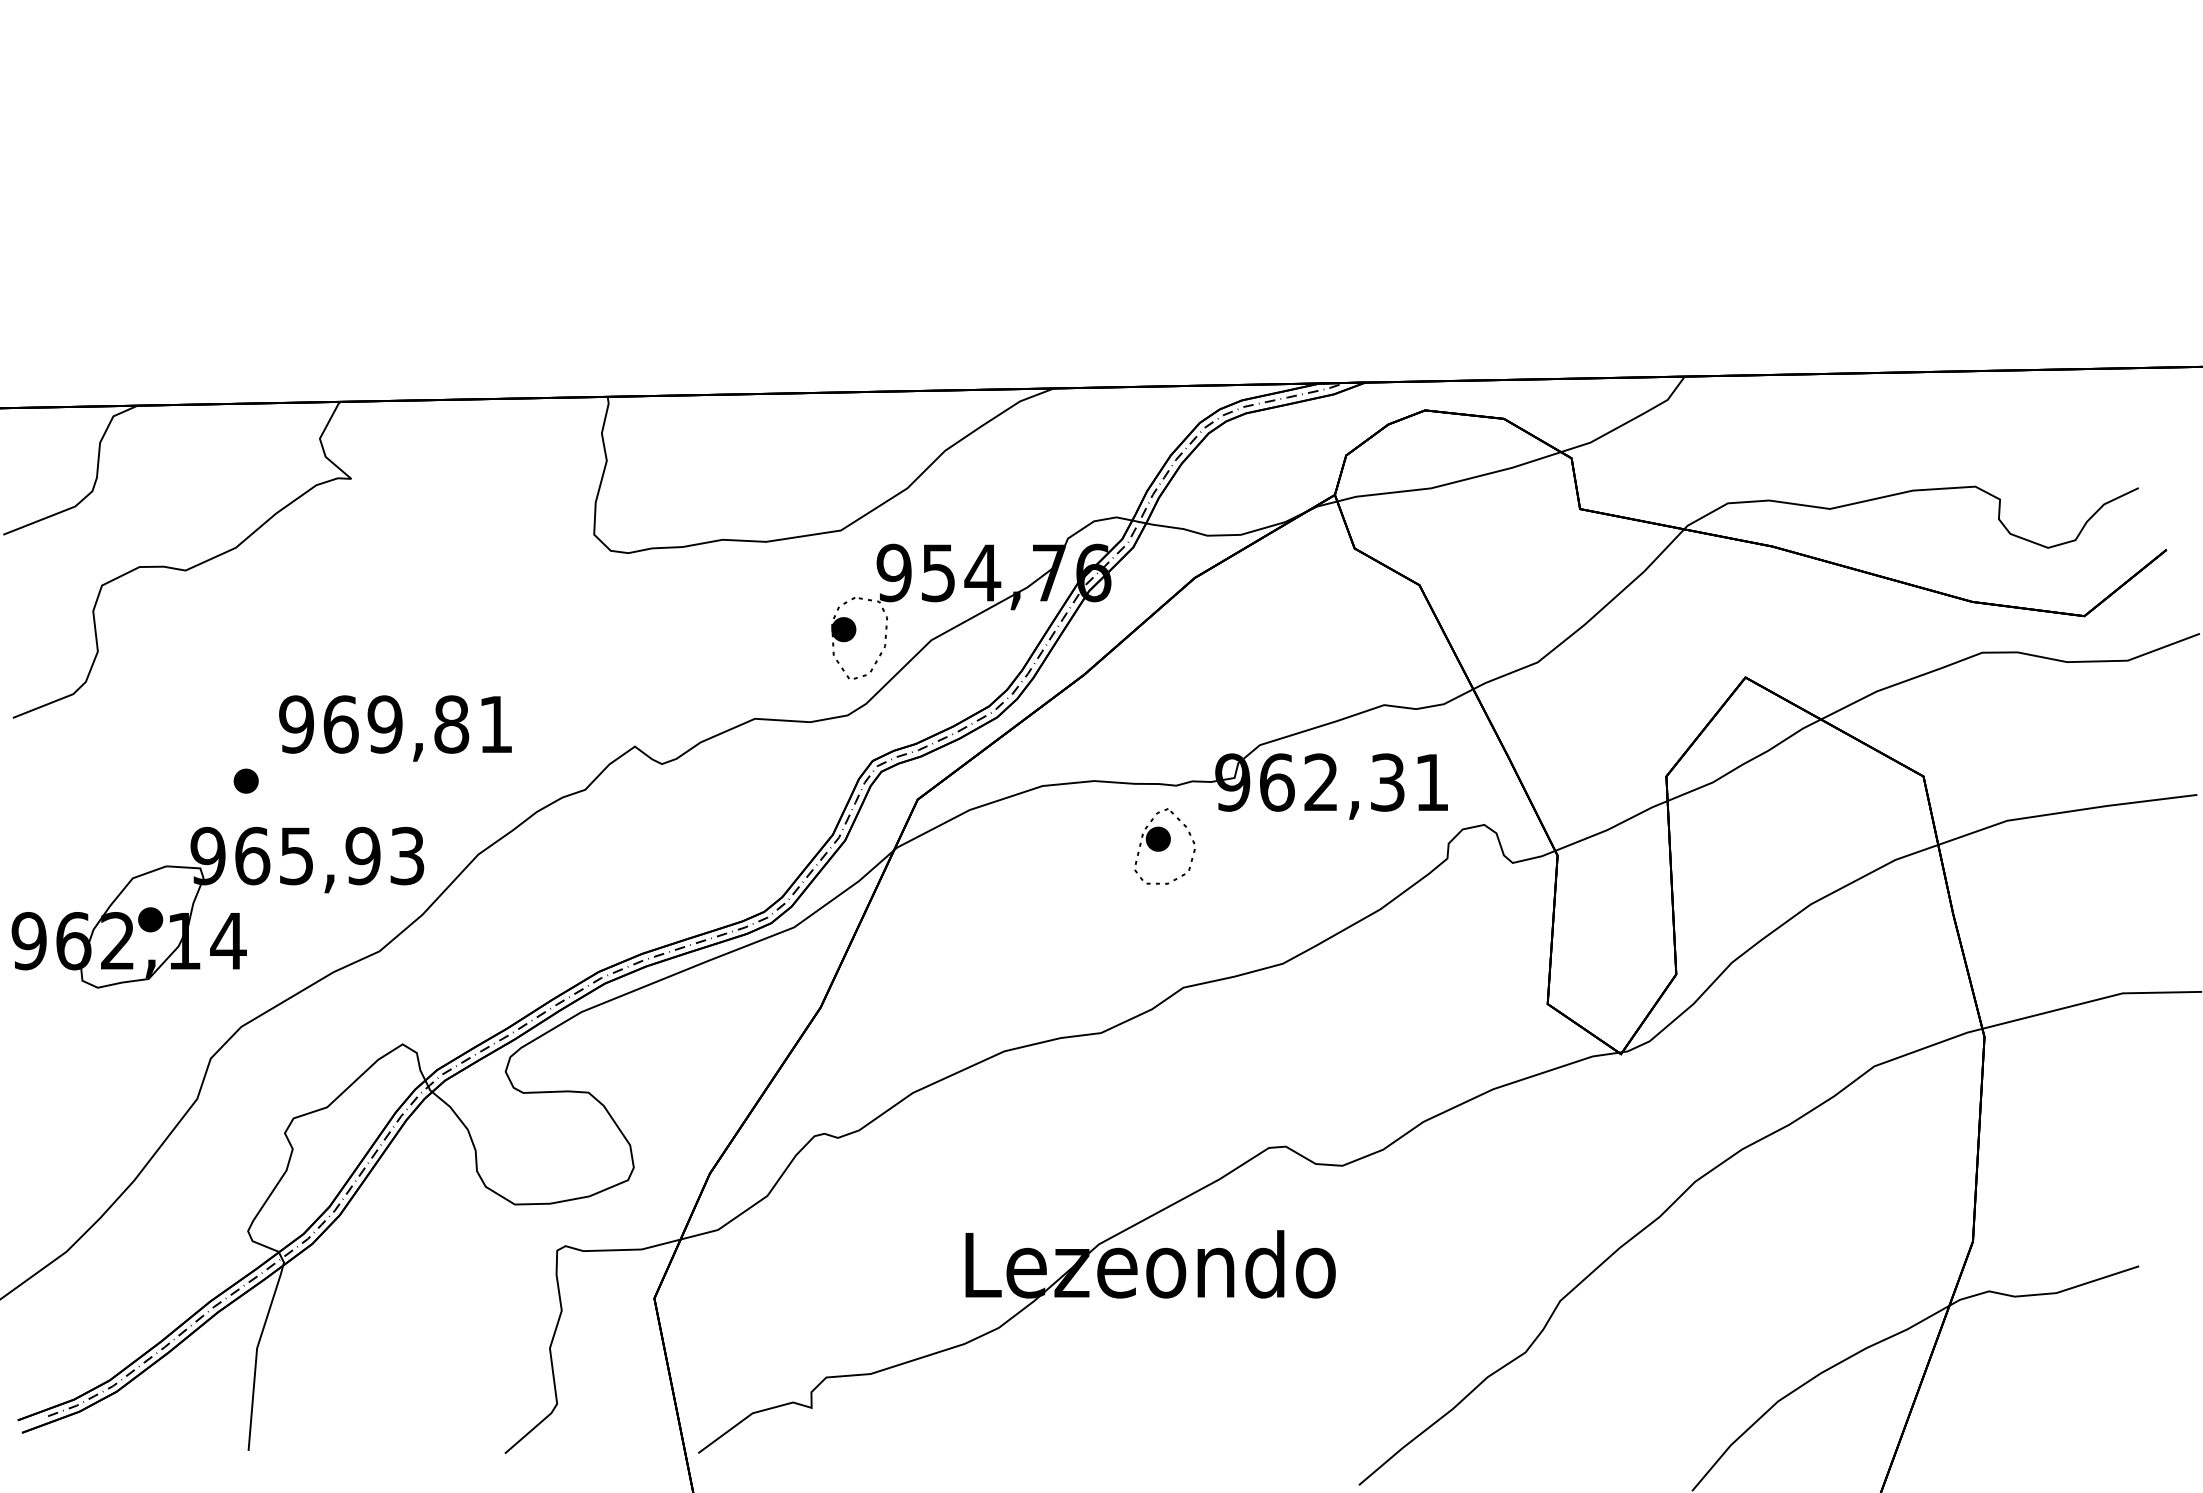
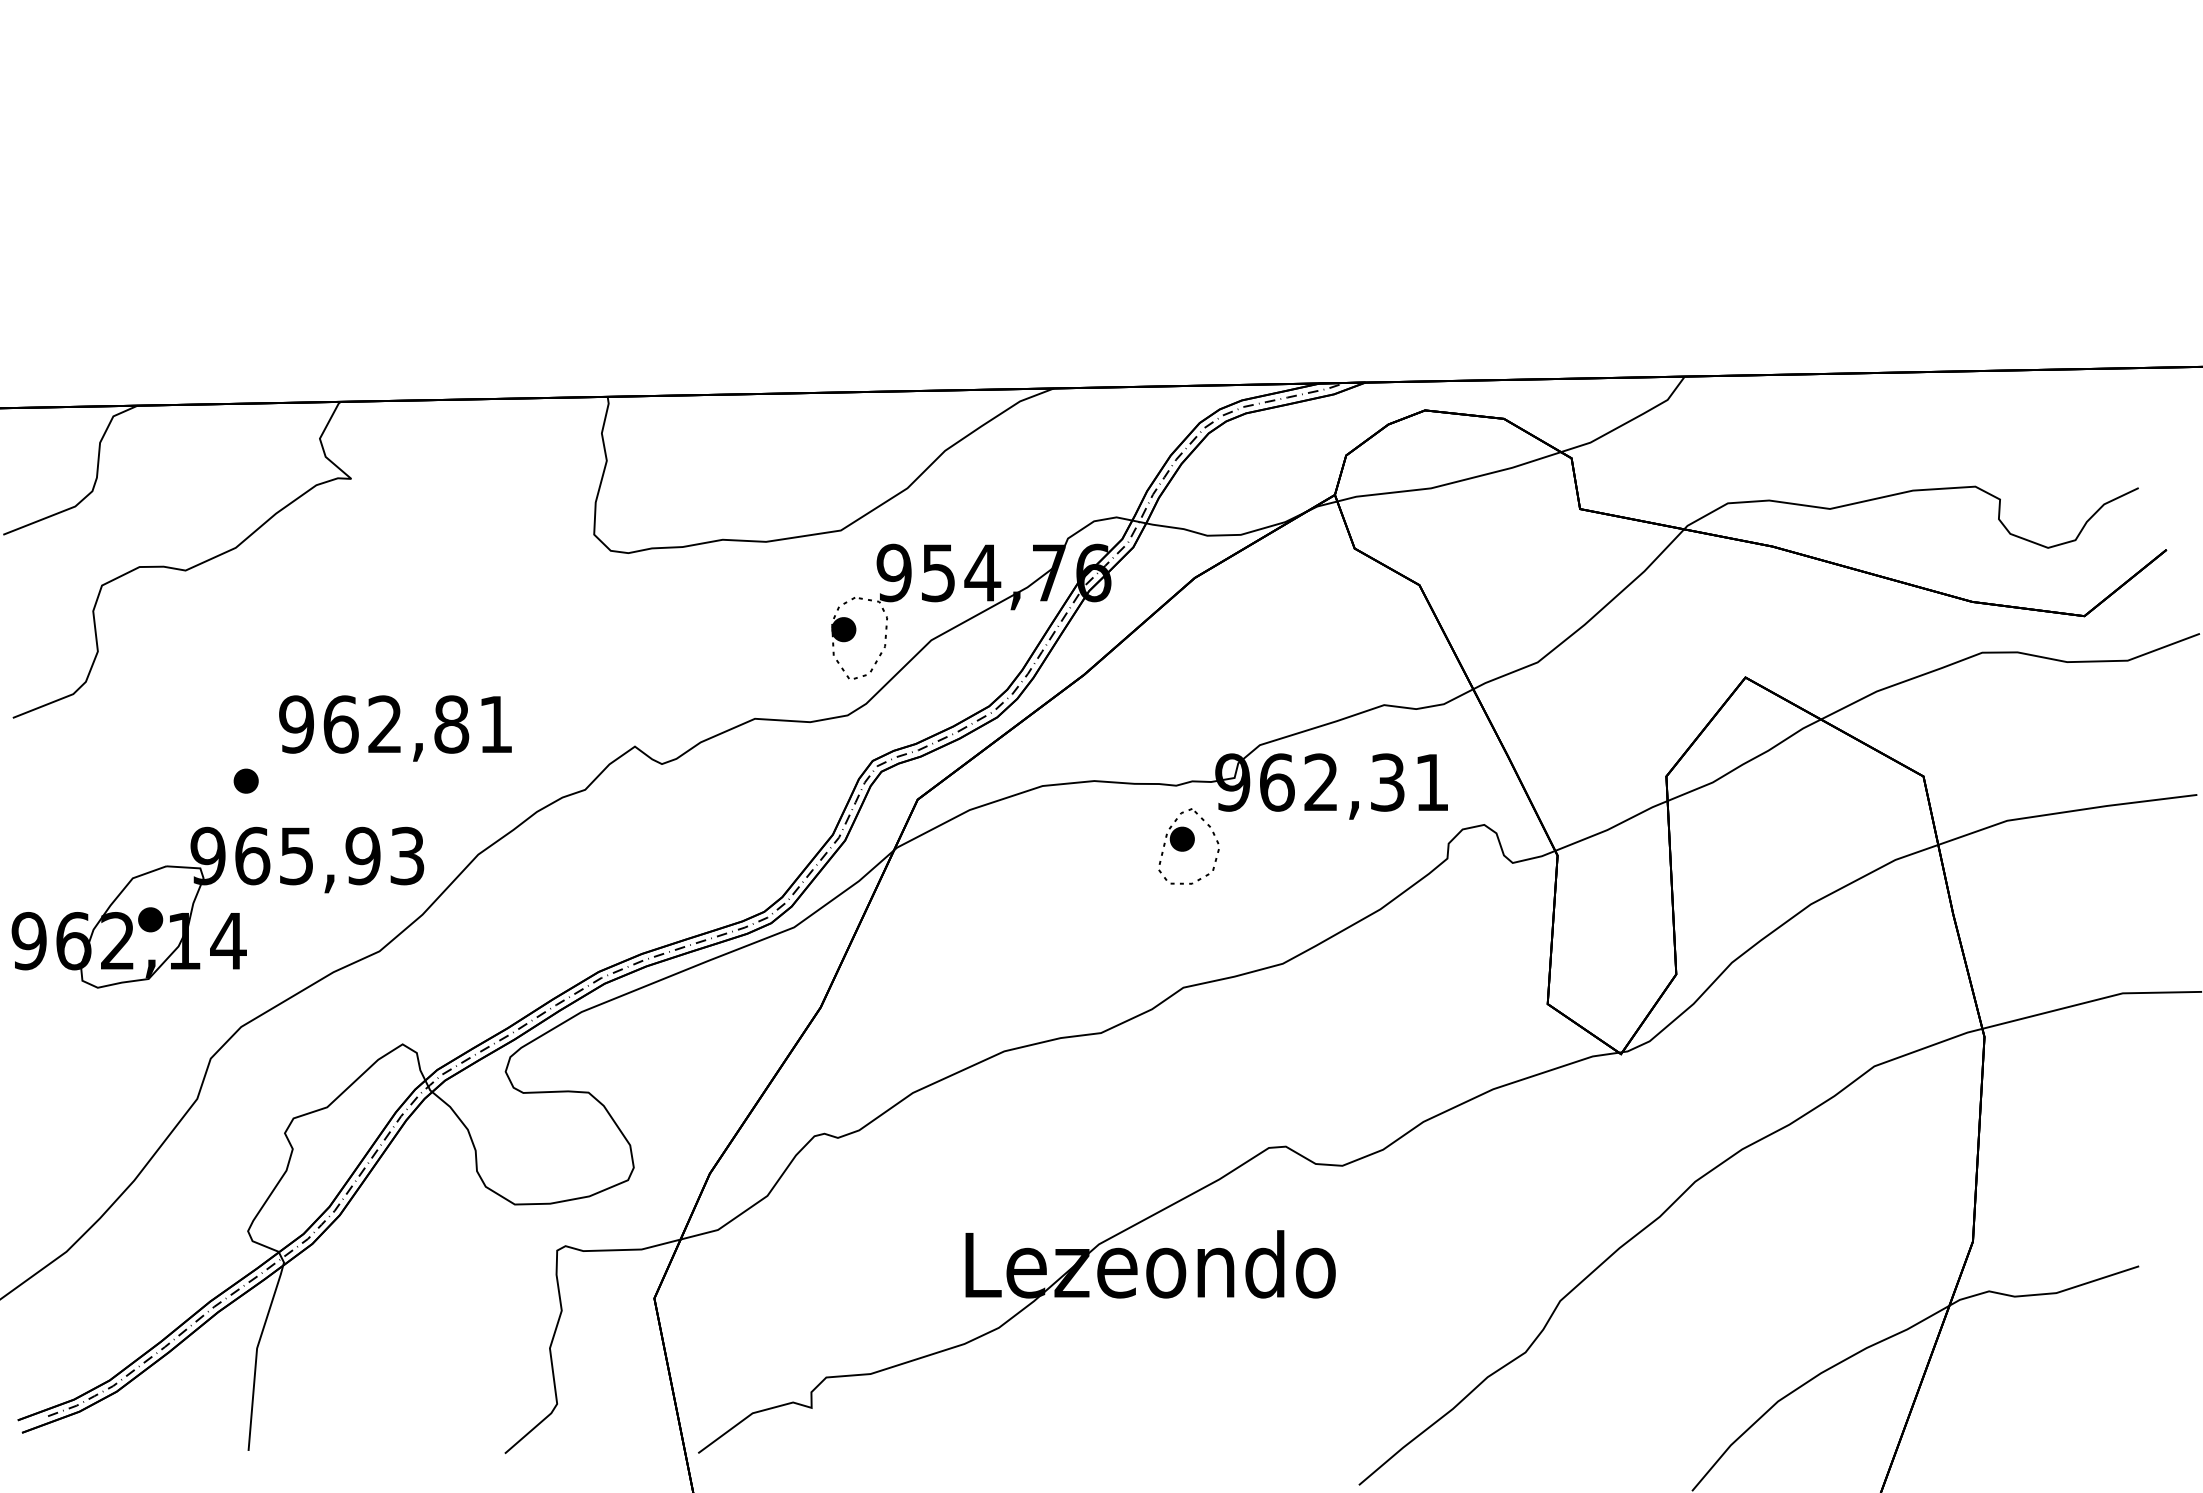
text at (384, 724): 969,81 -> 962,81
part at (1164, 846) position: (1164, 846) -> (1188, 846)
